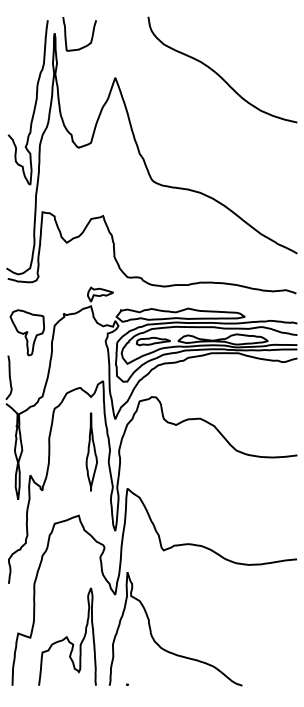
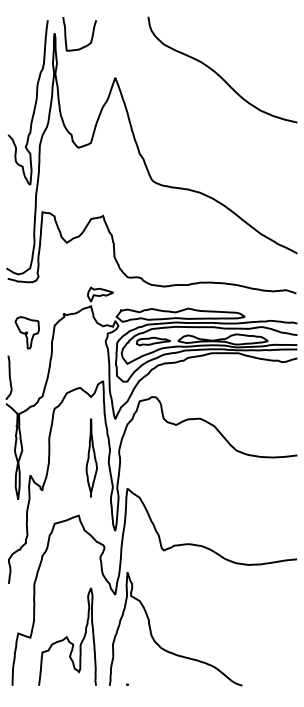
part at (26, 332) size: 36x48 px -> 26x34 px
part at (91, 451) position: (91, 451) -> (91, 457)
